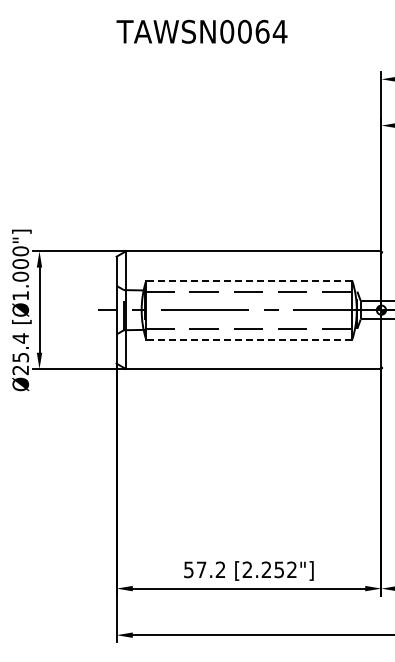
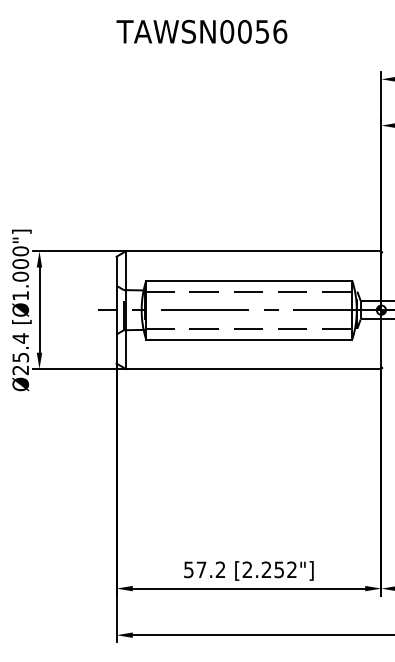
text at (271, 31): TAWSN0064 -> TAWSN0056
line at (248, 280): dashed -> solid
line at (248, 339): dashed -> solid
